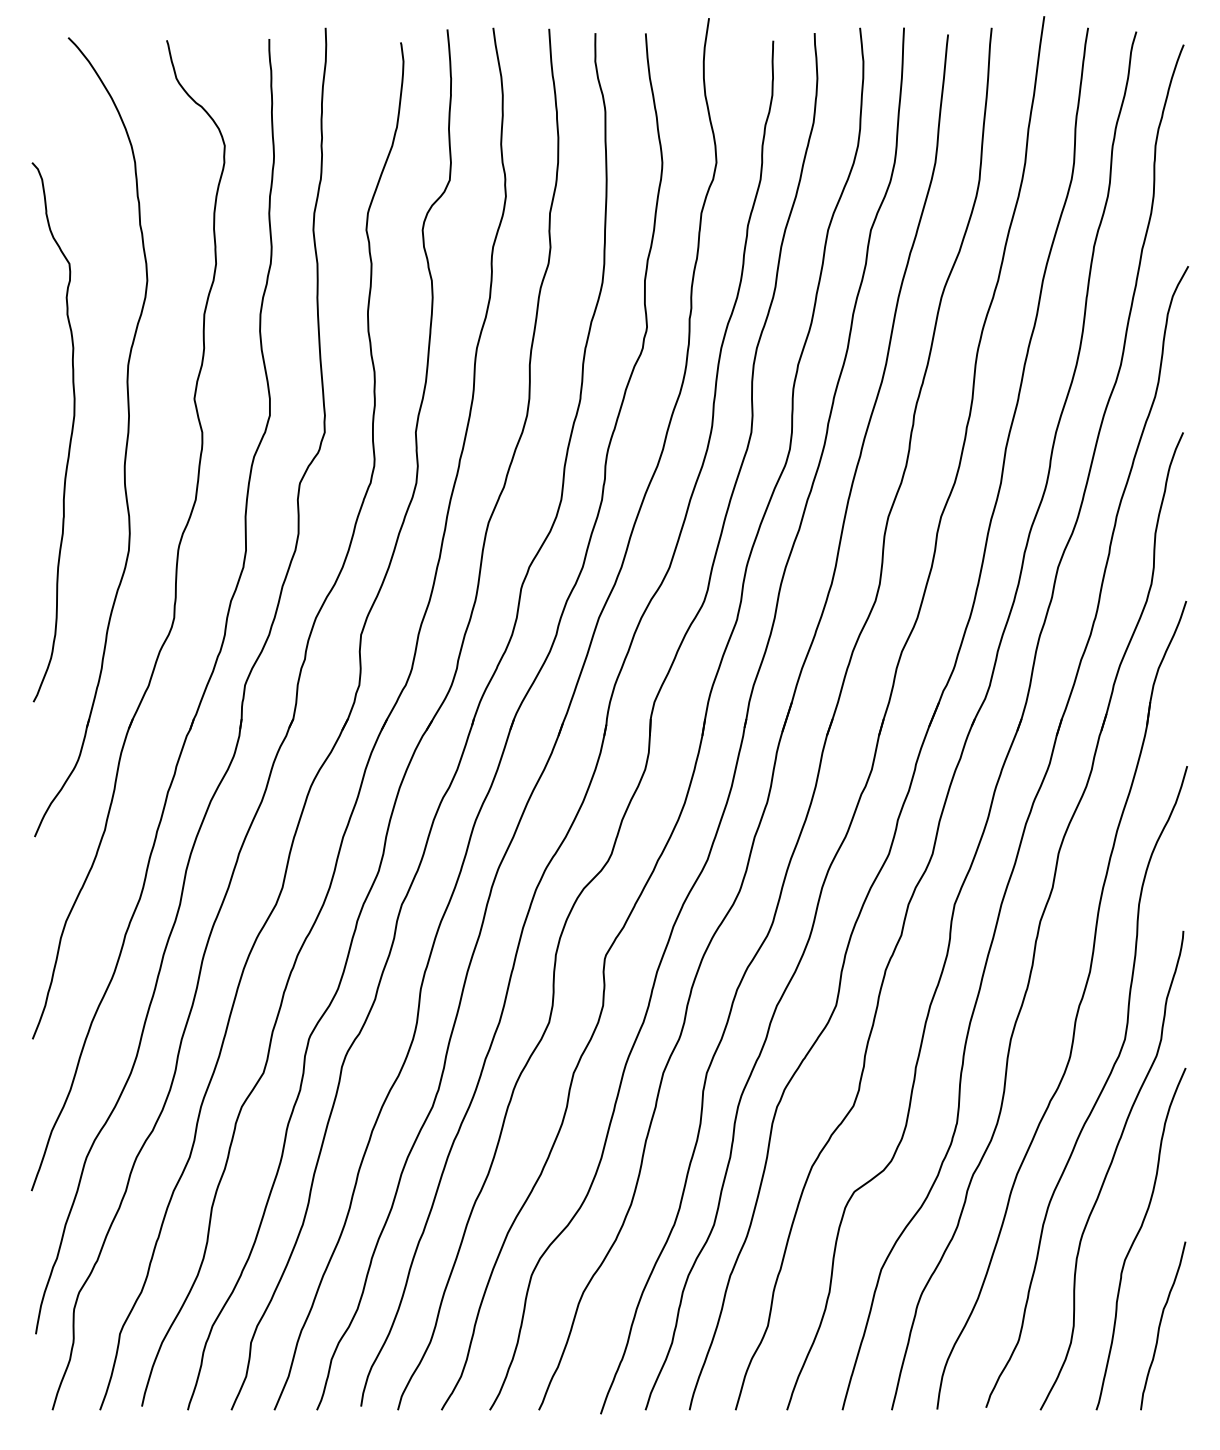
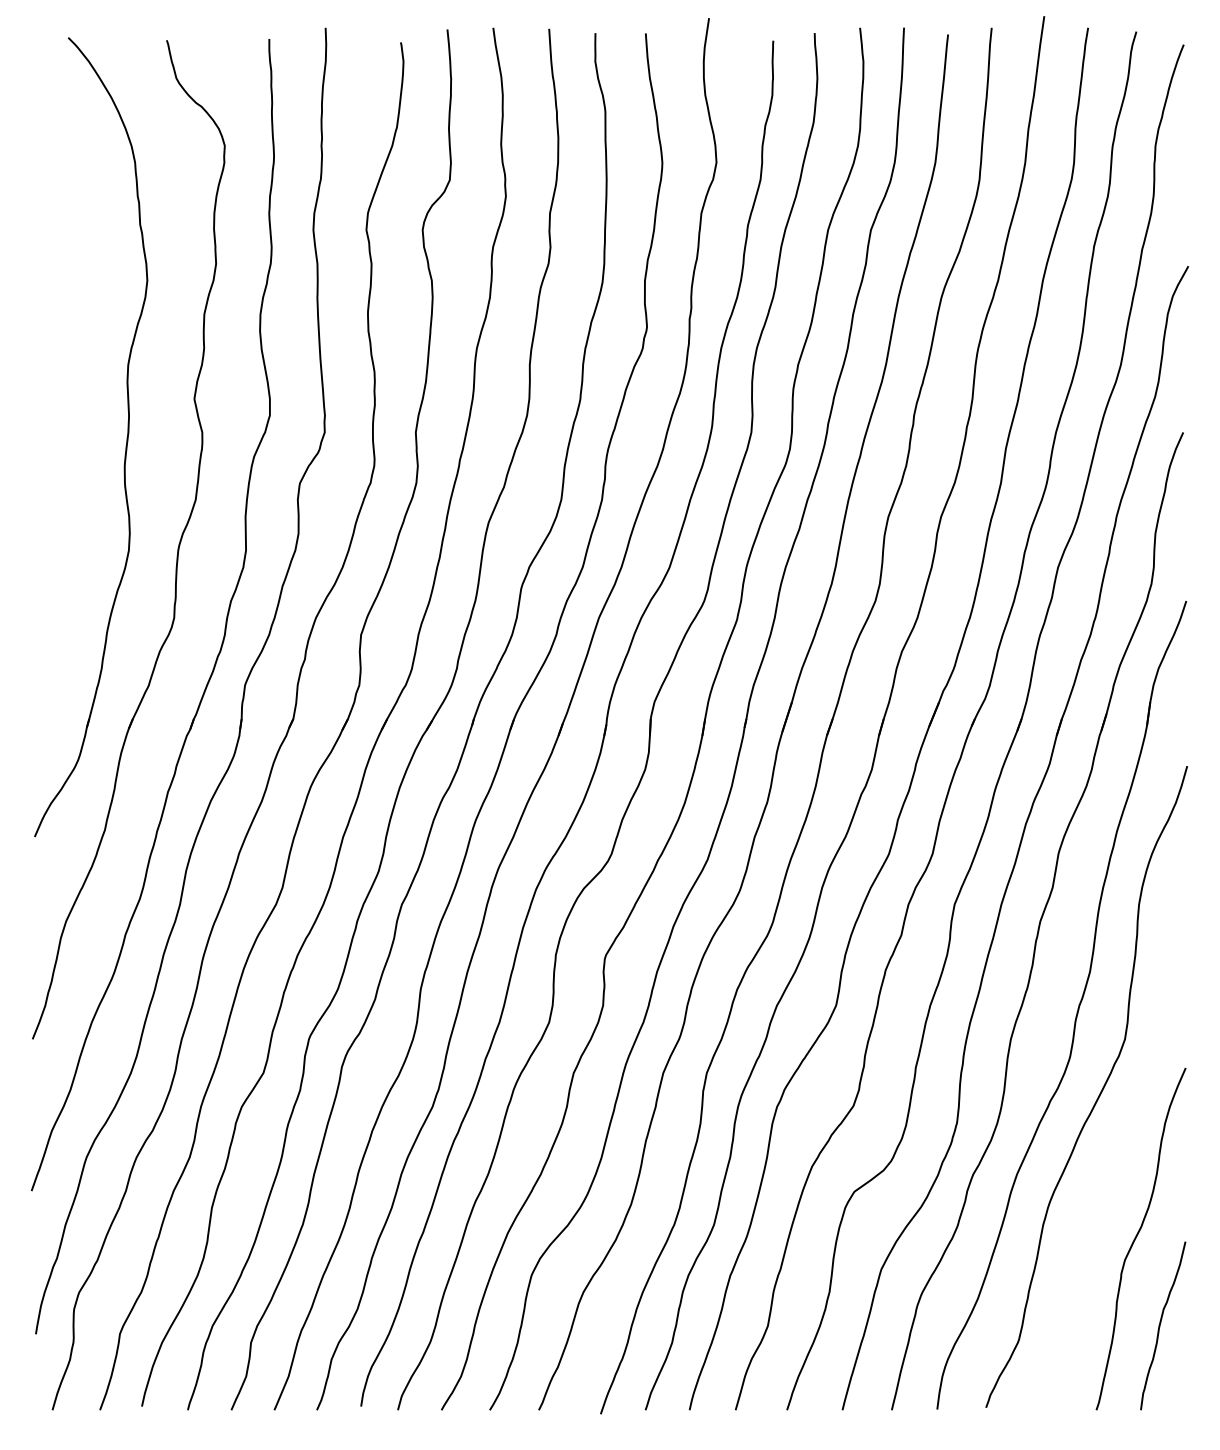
curve at (70, 434): present -> none
curve at (1109, 1170): present -> none
